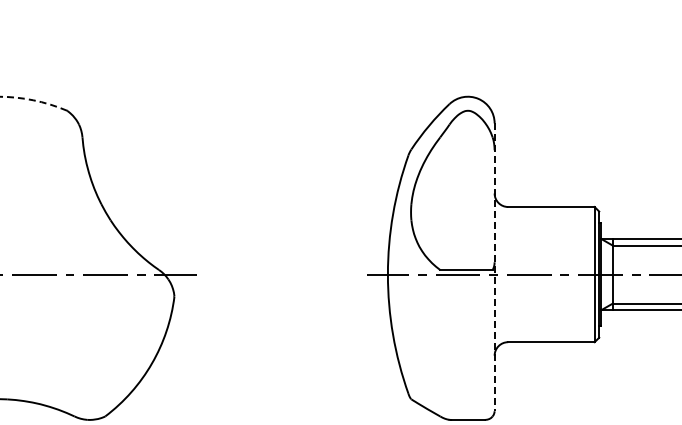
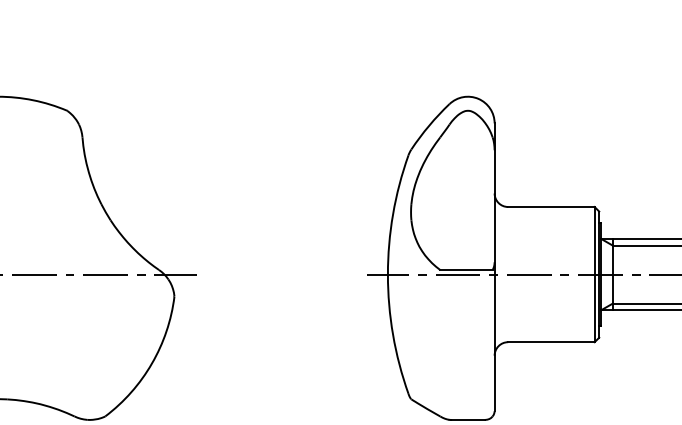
arc at (34, 100): dashed -> solid
line at (494, 267): dashed -> solid
